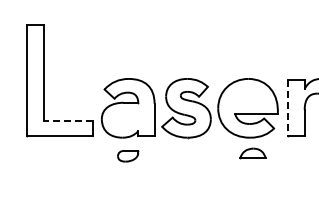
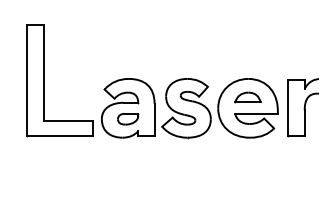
line at (288, 108): dashed -> solid
line at (67, 120): dashed -> solid
part at (252, 153) position: (252, 153) -> (247, 97)
part at (128, 156) position: (128, 156) -> (128, 119)
